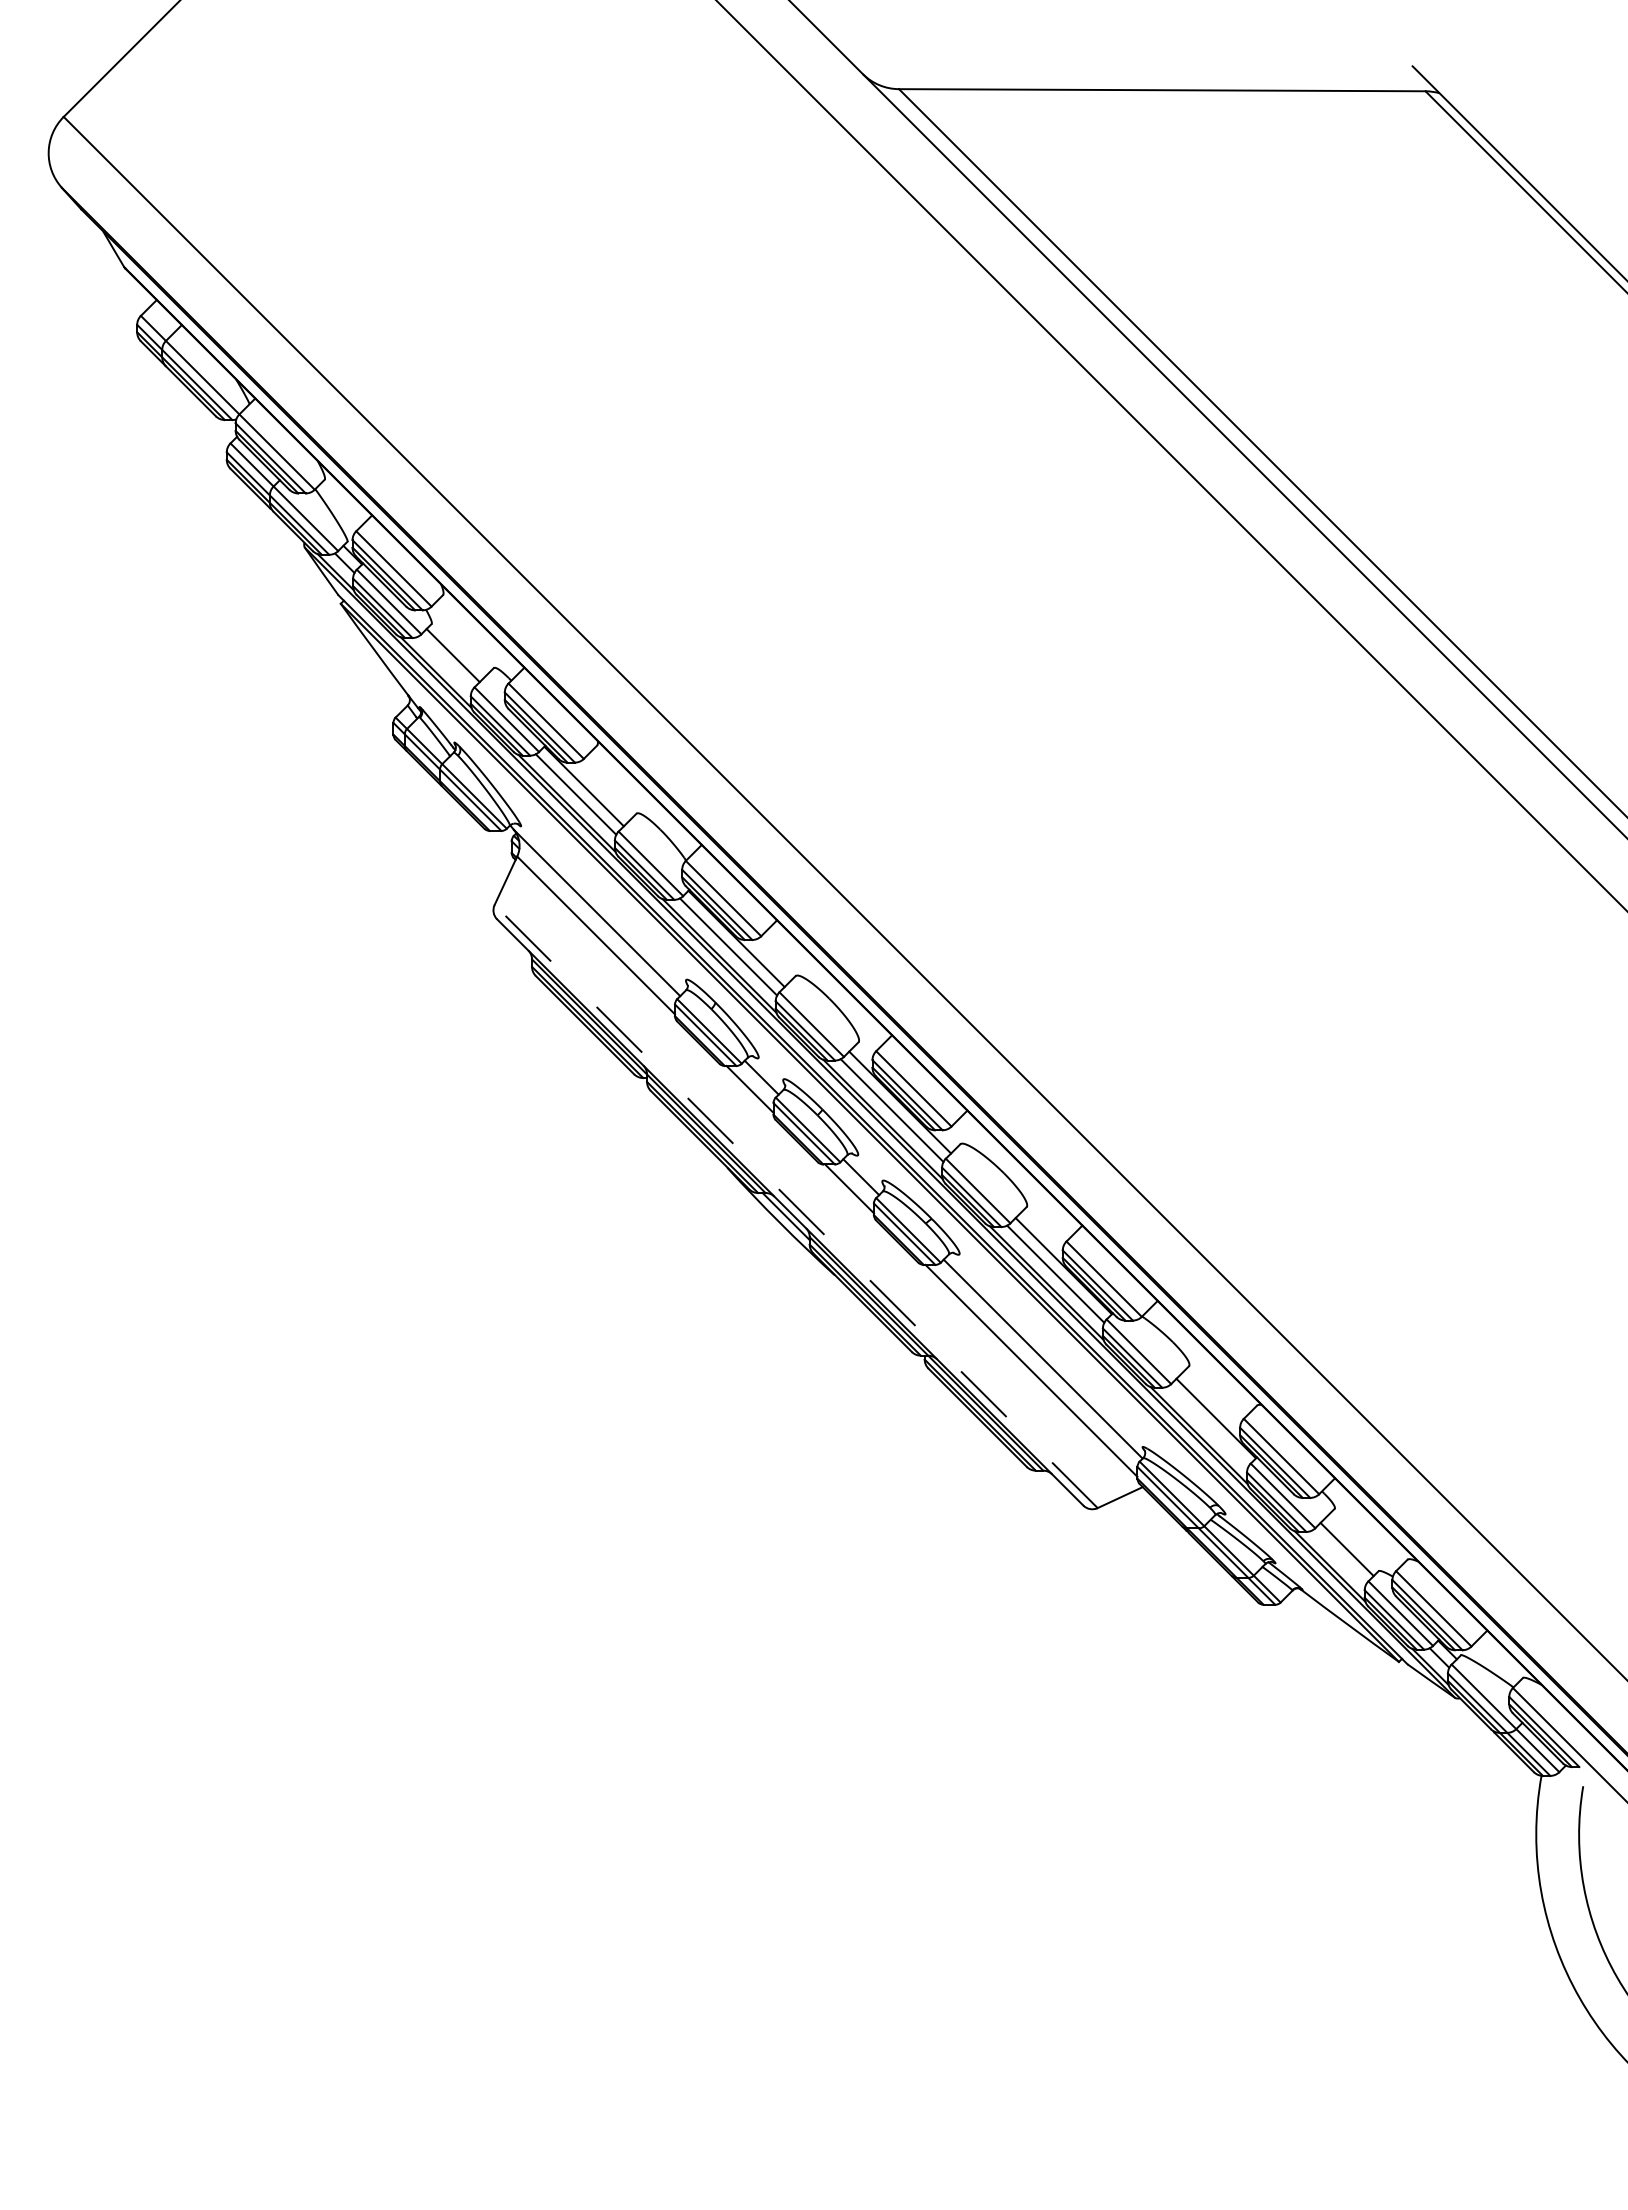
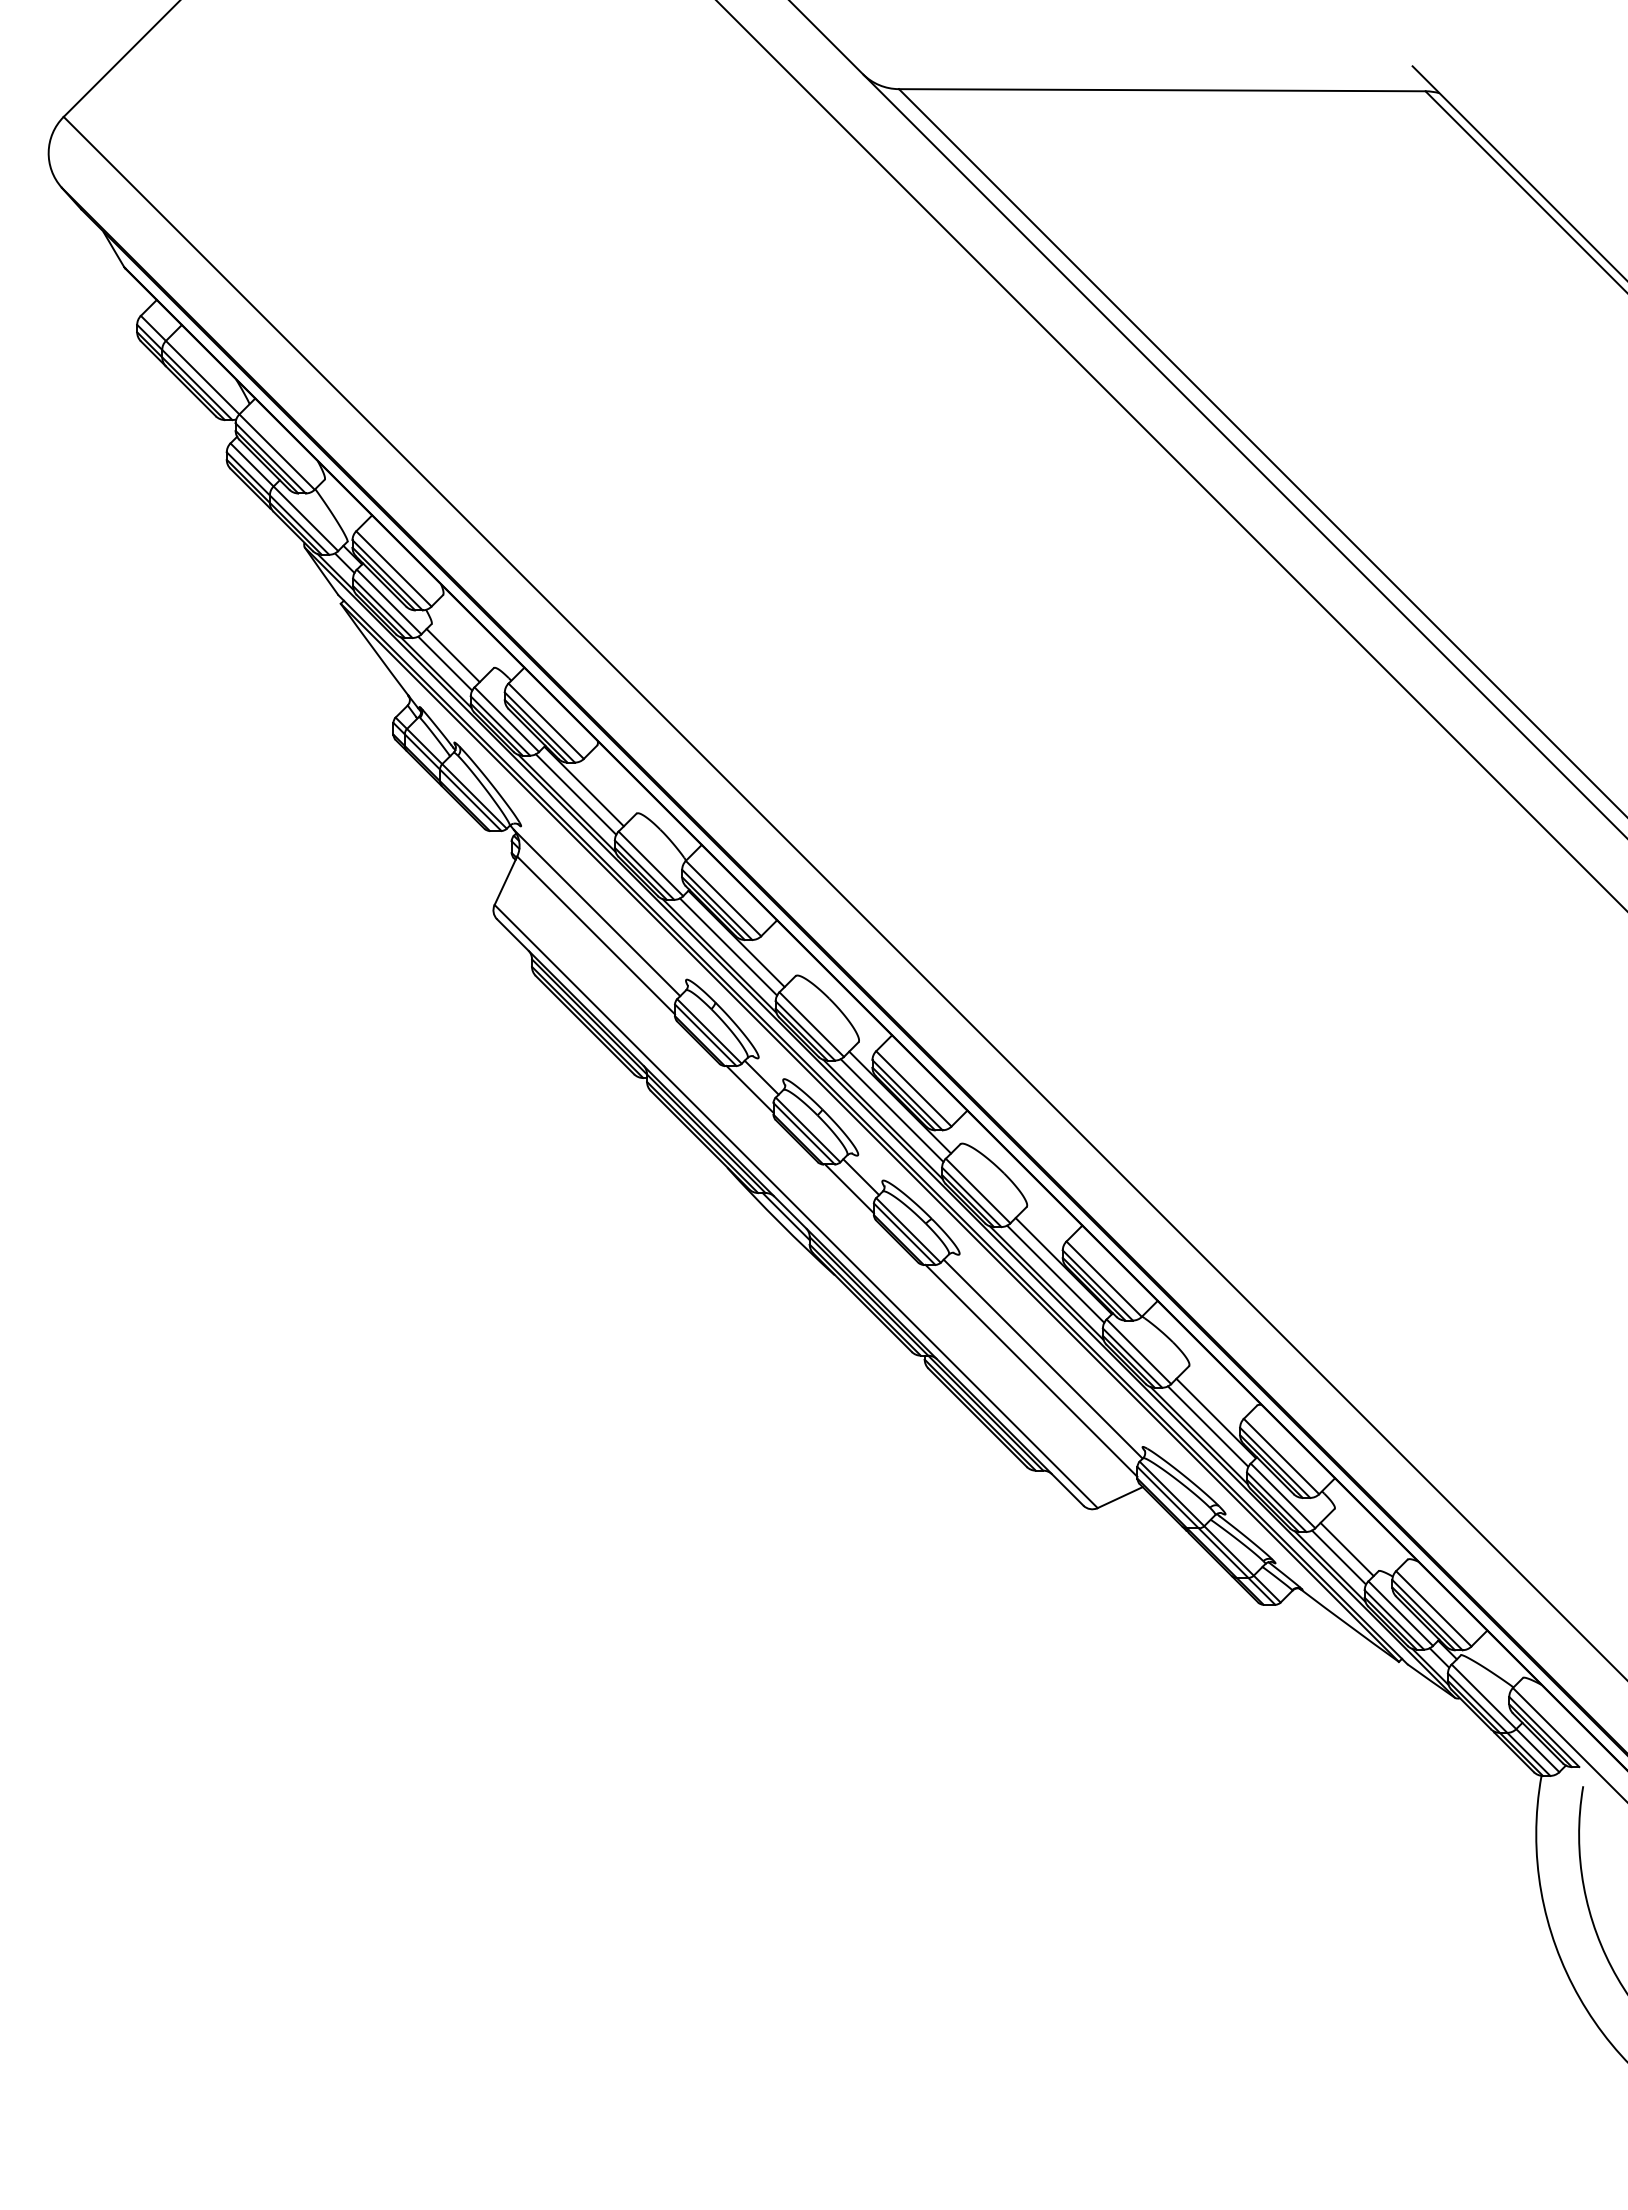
line at (445, 663): none -> present
line at (795, 1206): dashed -> solid
line at (1207, 1426): none -> present
line at (1338, 1557): none -> present
